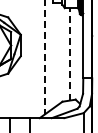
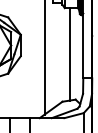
line at (70, 53): dashed -> solid
line at (44, 57): dashed -> solid
